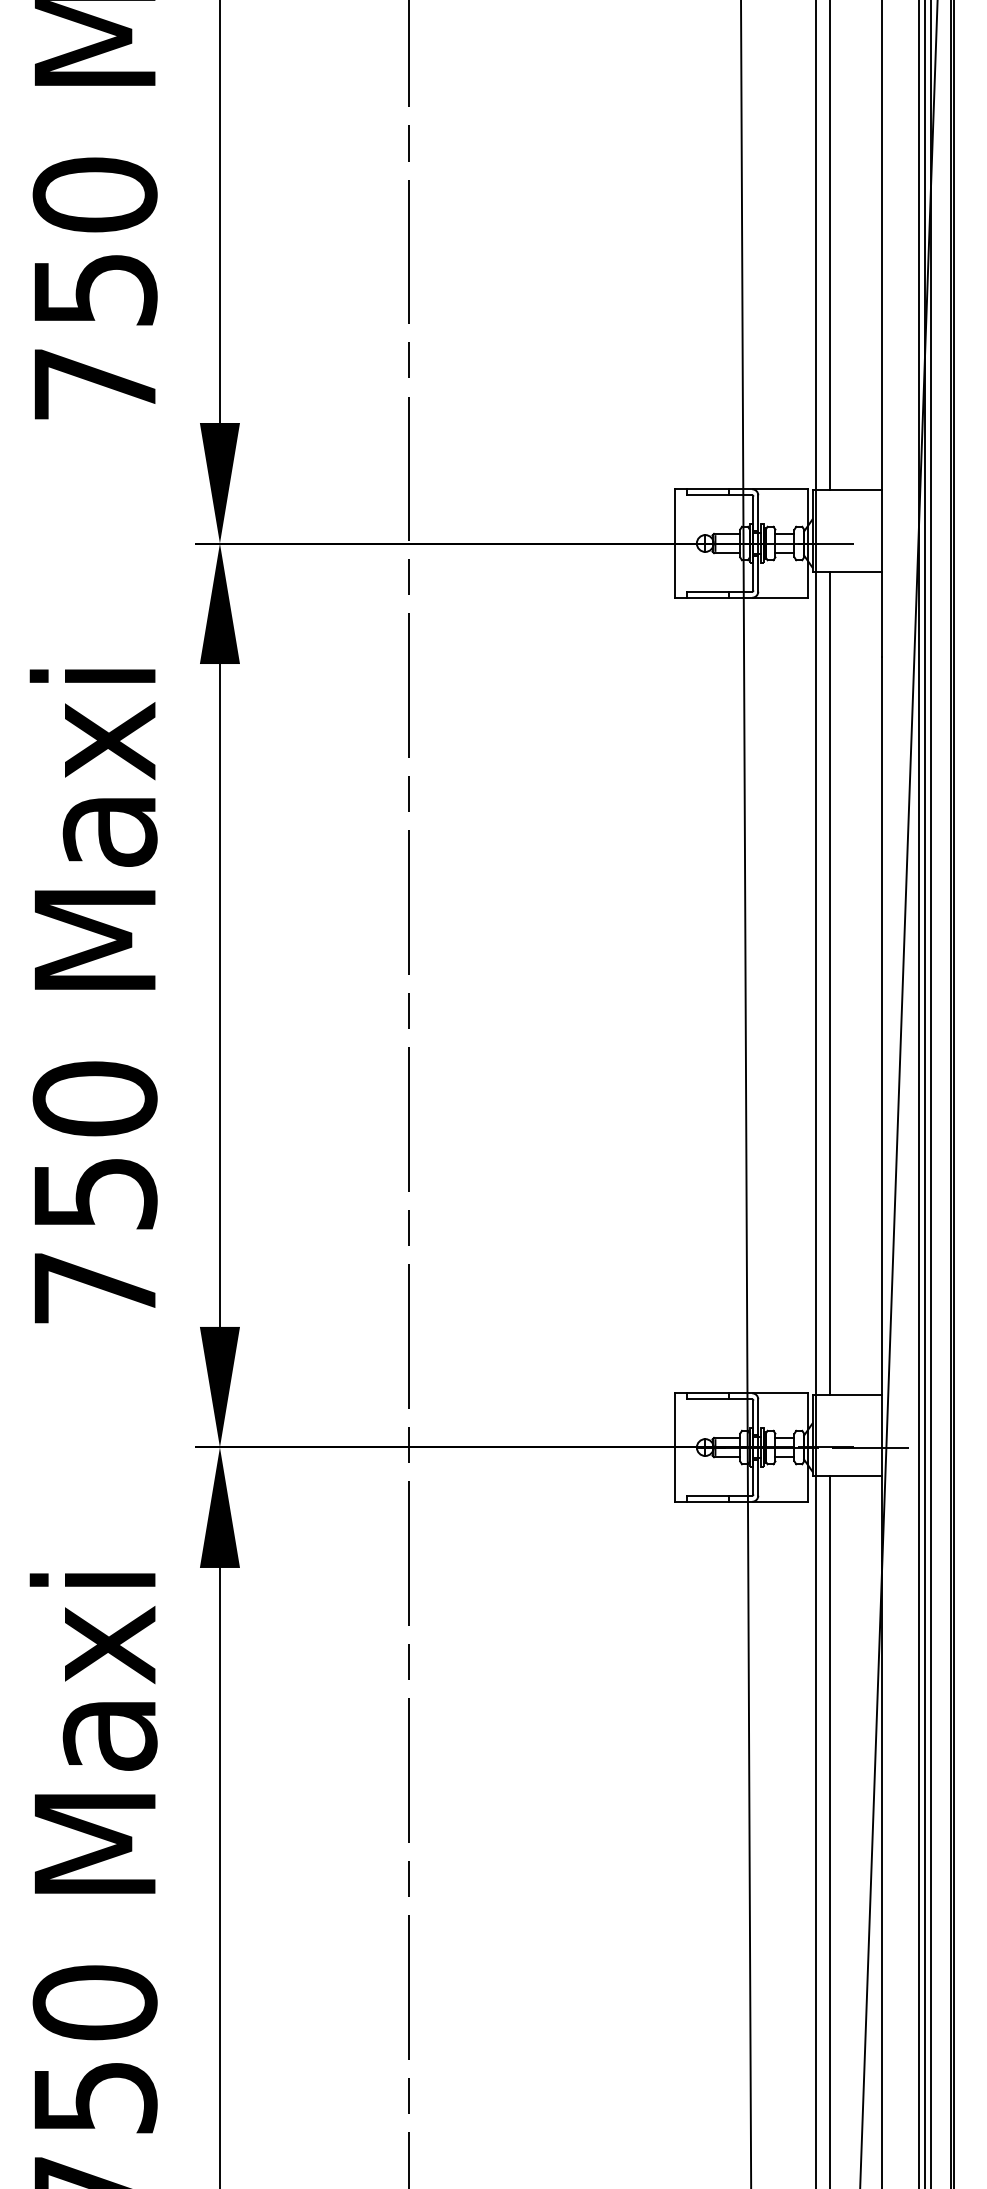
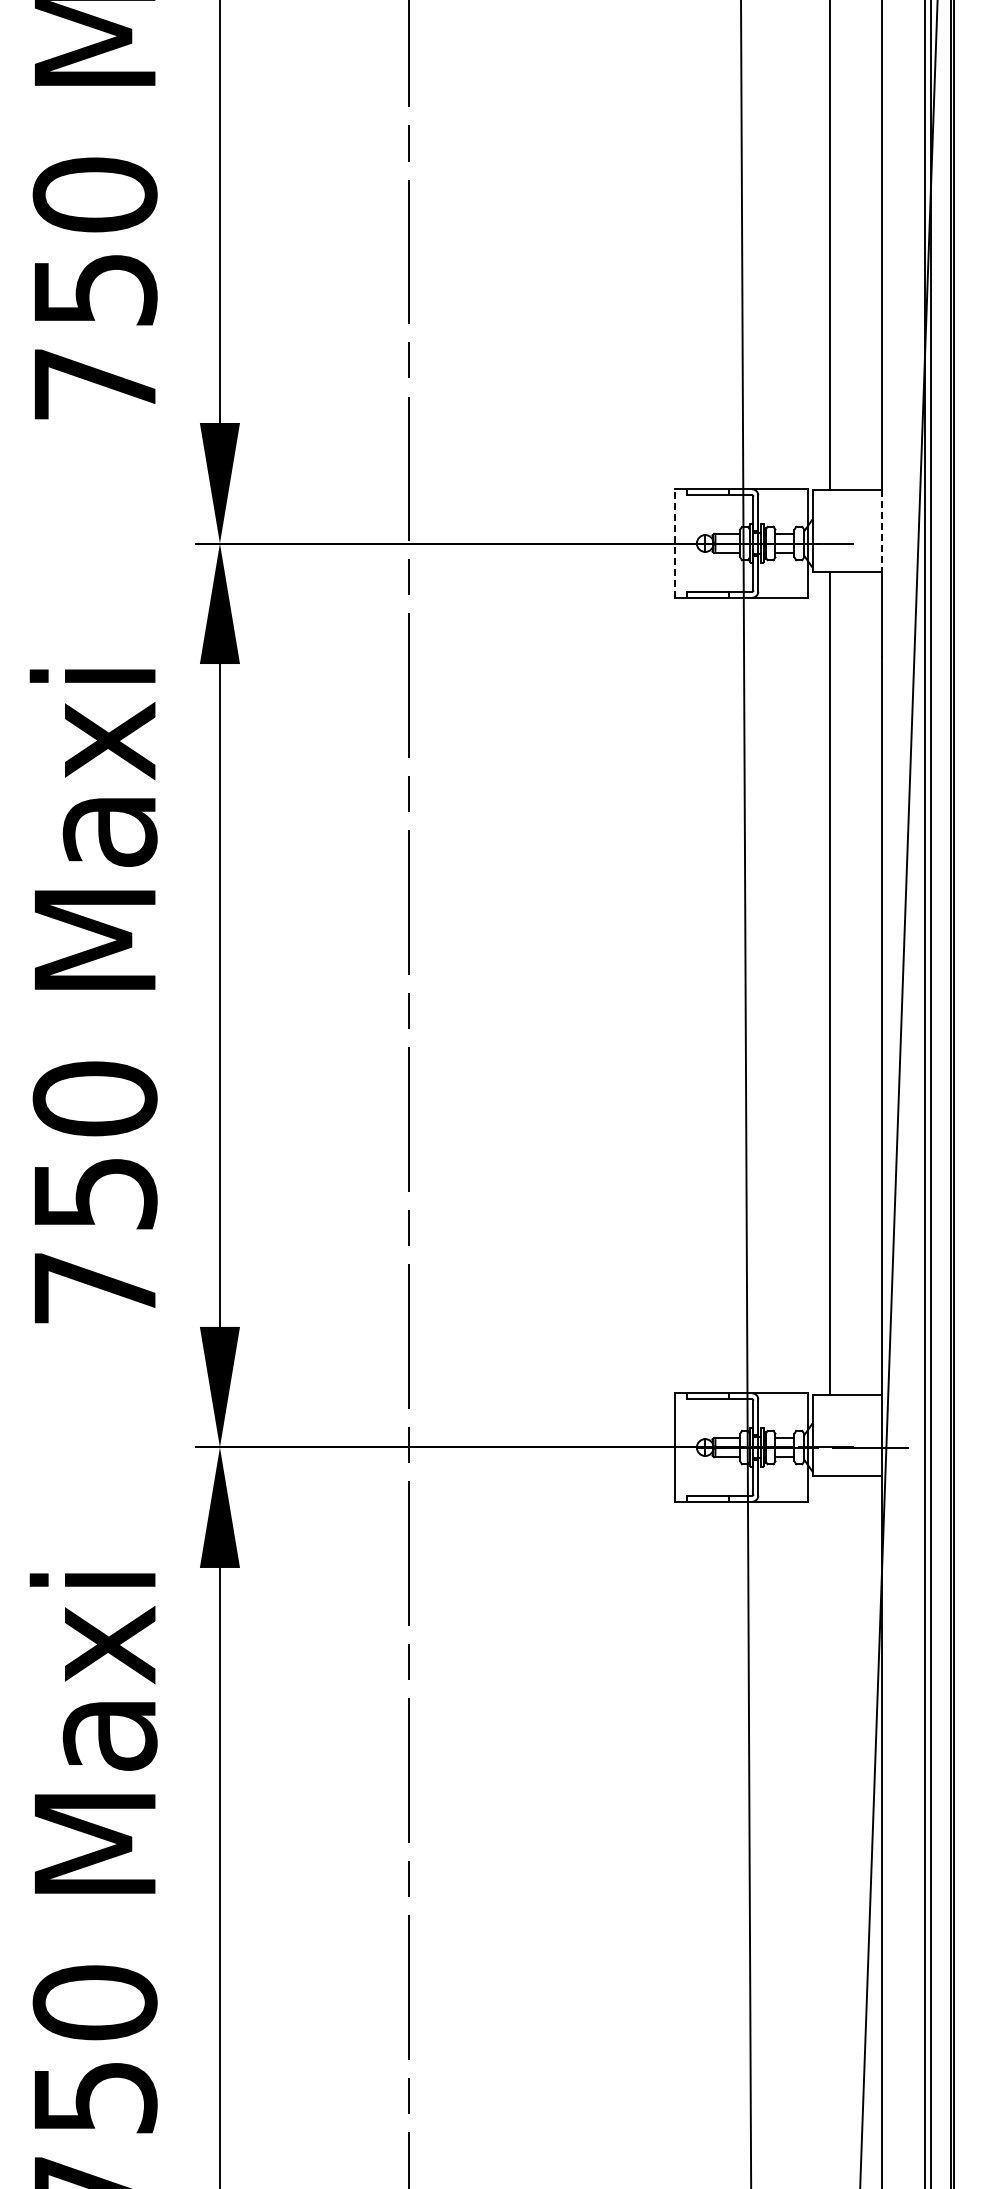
line at (882, 531): solid -> dashed
line at (675, 543): solid -> dashed
line at (816, 1093): present -> none
line at (918, 1093): present -> none
line at (830, 1830): present -> none
